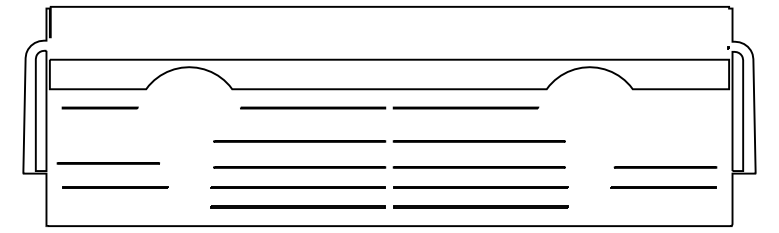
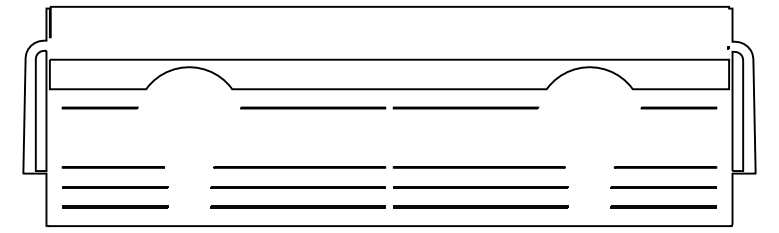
line at (678, 107): none -> present
line at (386, 141): present -> none
line at (107, 163) position: (107, 163) -> (112, 167)
line at (115, 206): none -> present
line at (663, 206): none -> present
